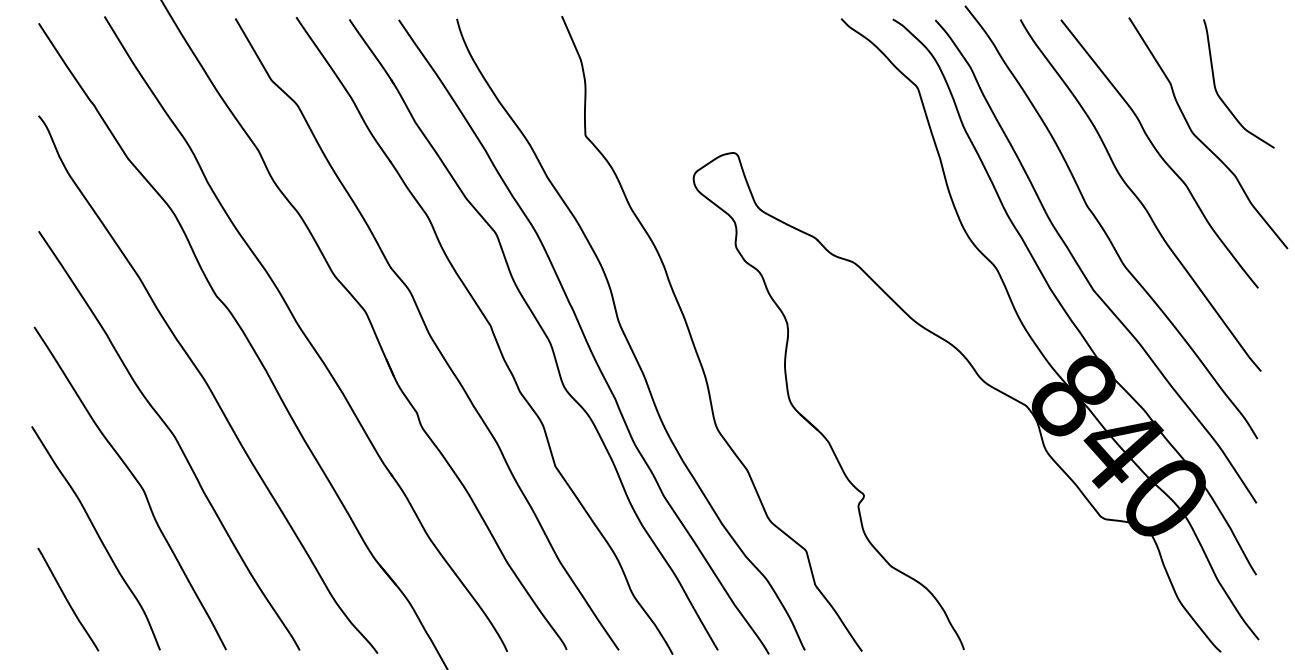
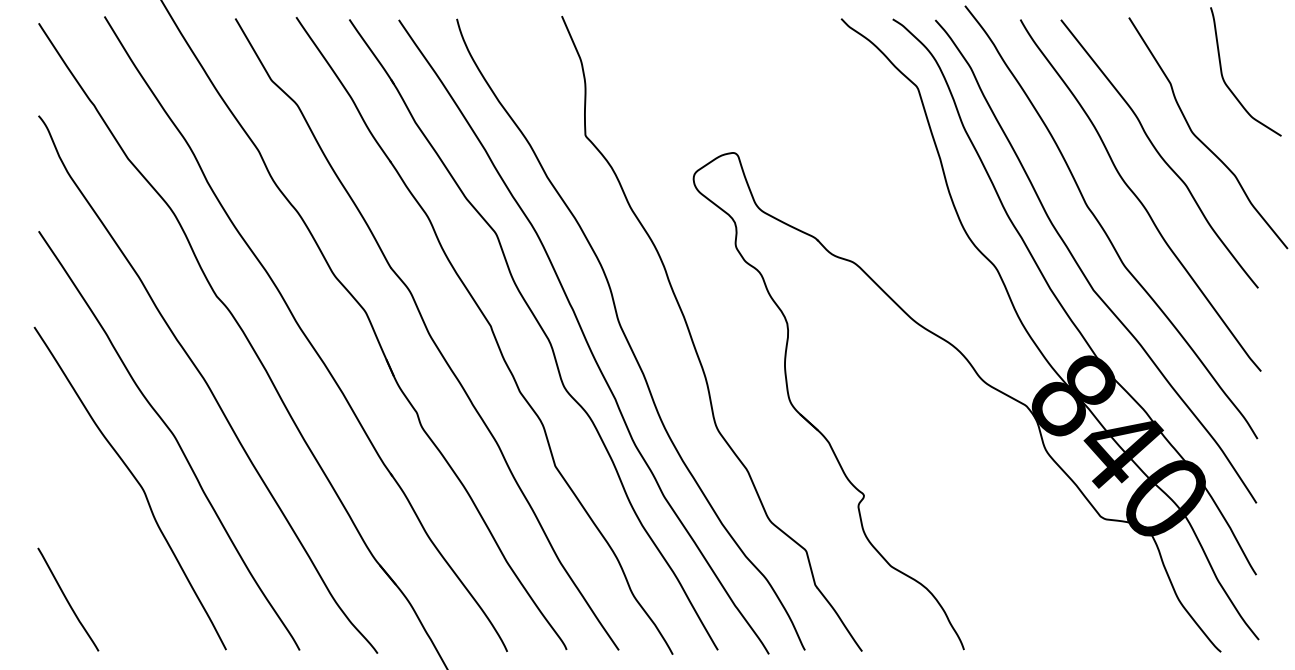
curve at (1220, 96) position: (1220, 96) -> (1227, 84)
curve at (97, 536): present -> none
